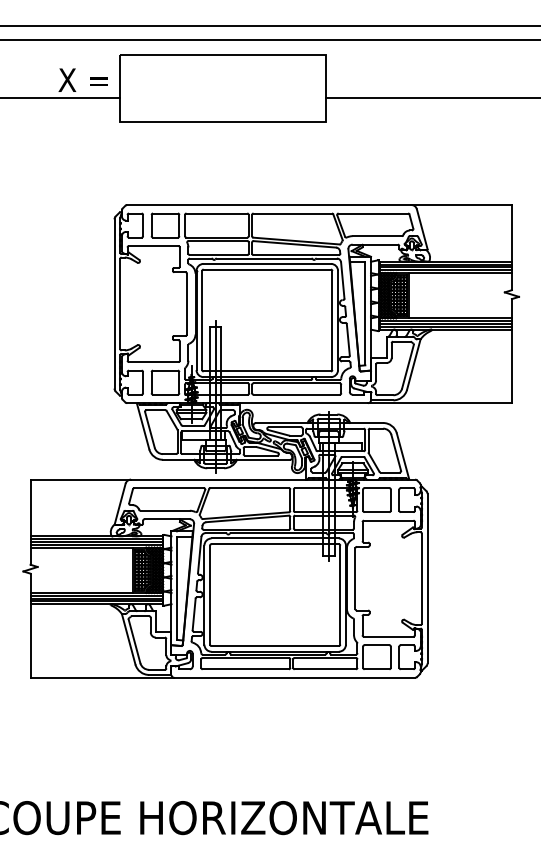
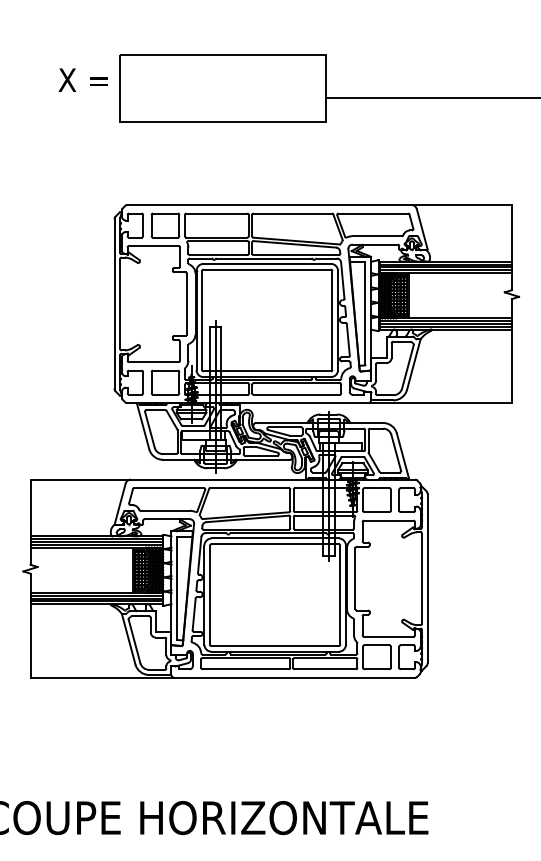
line at (269, 25): present -> none
line at (269, 39): present -> none
line at (60, 97): present -> none
